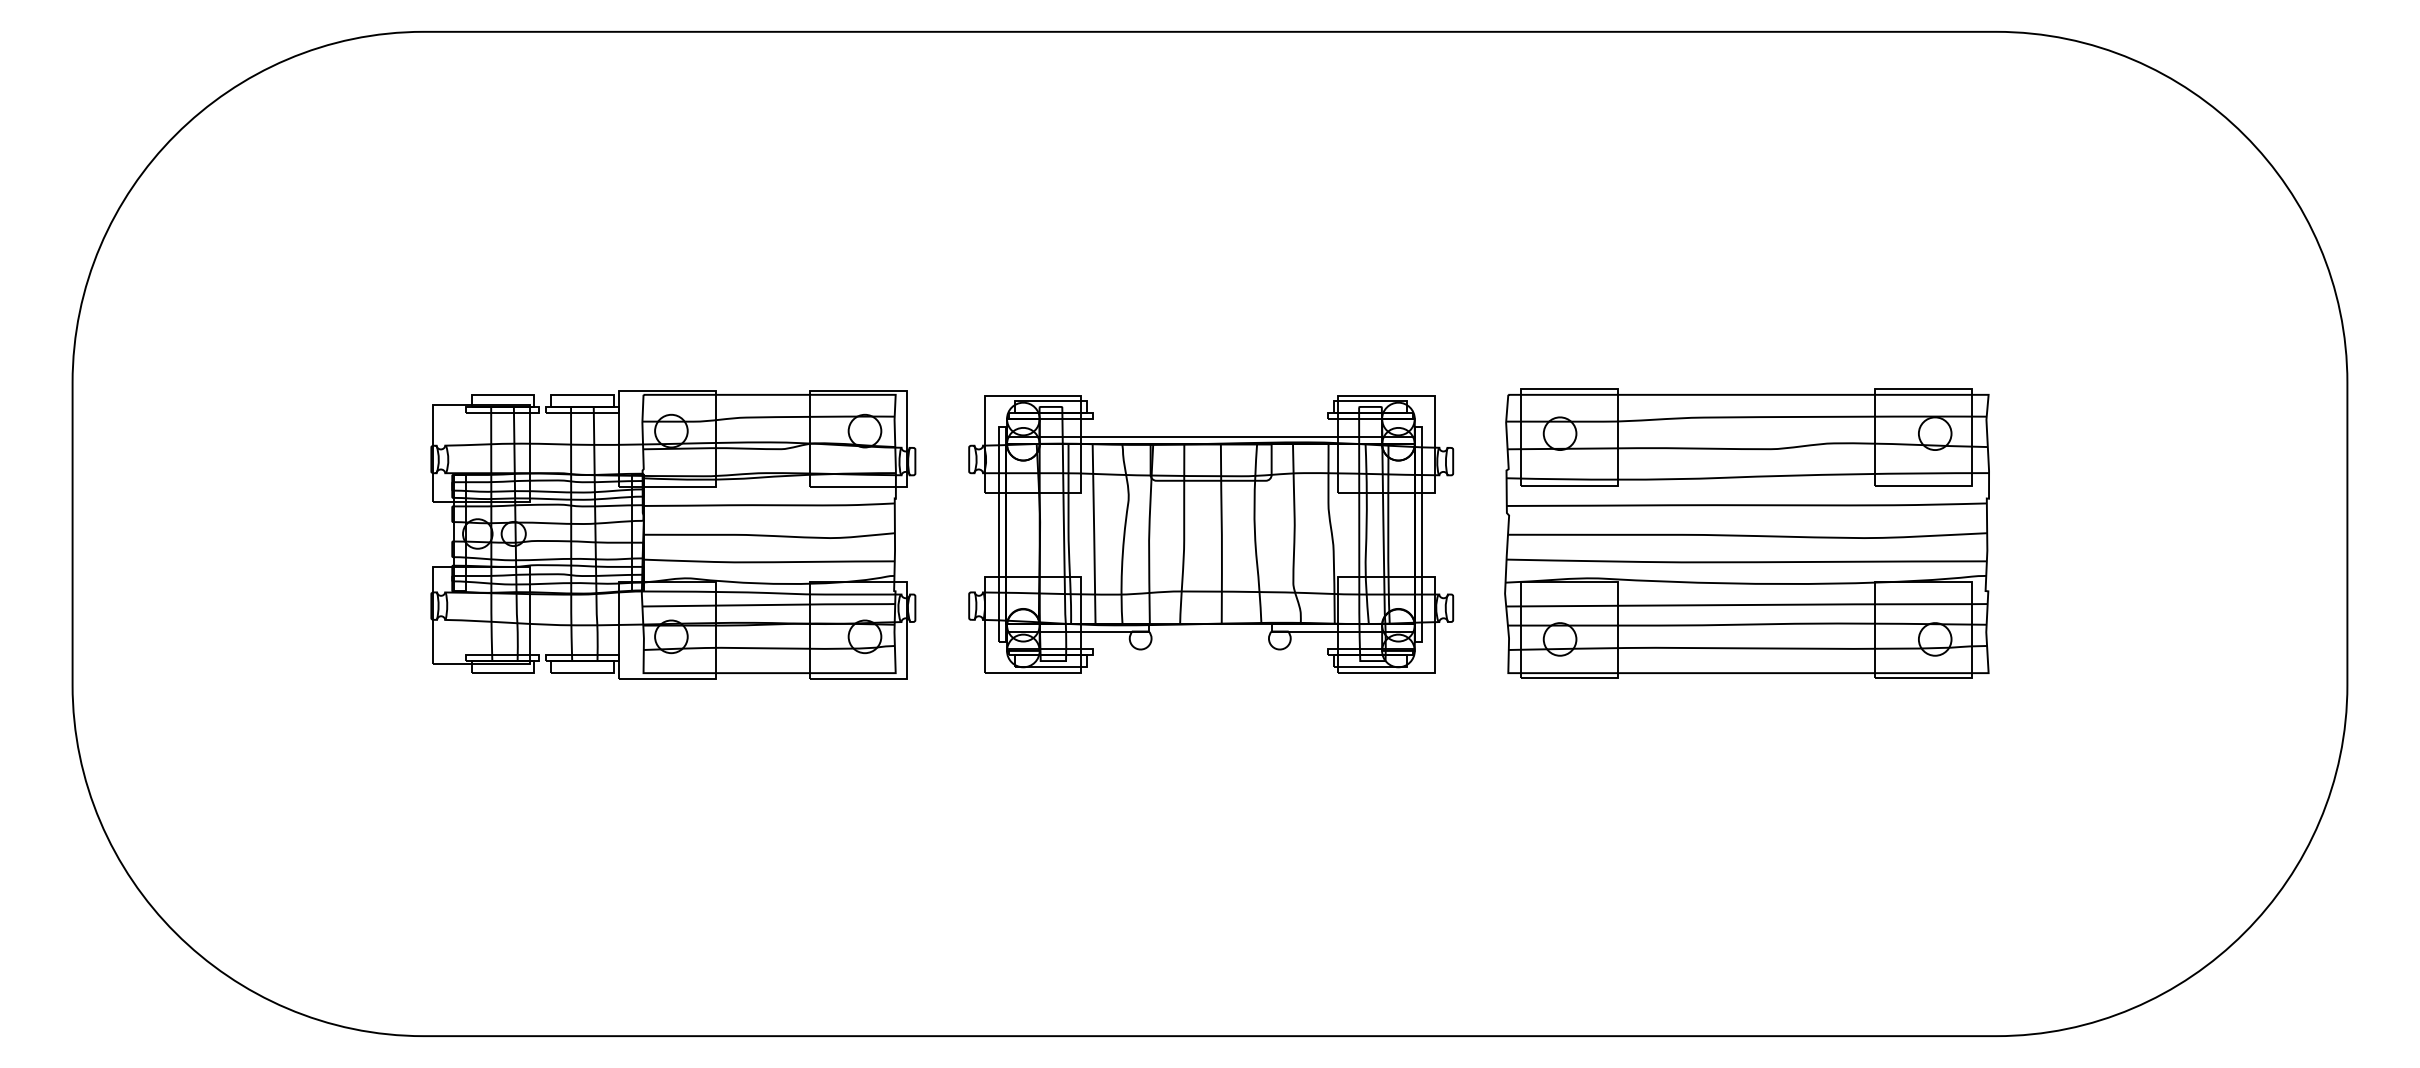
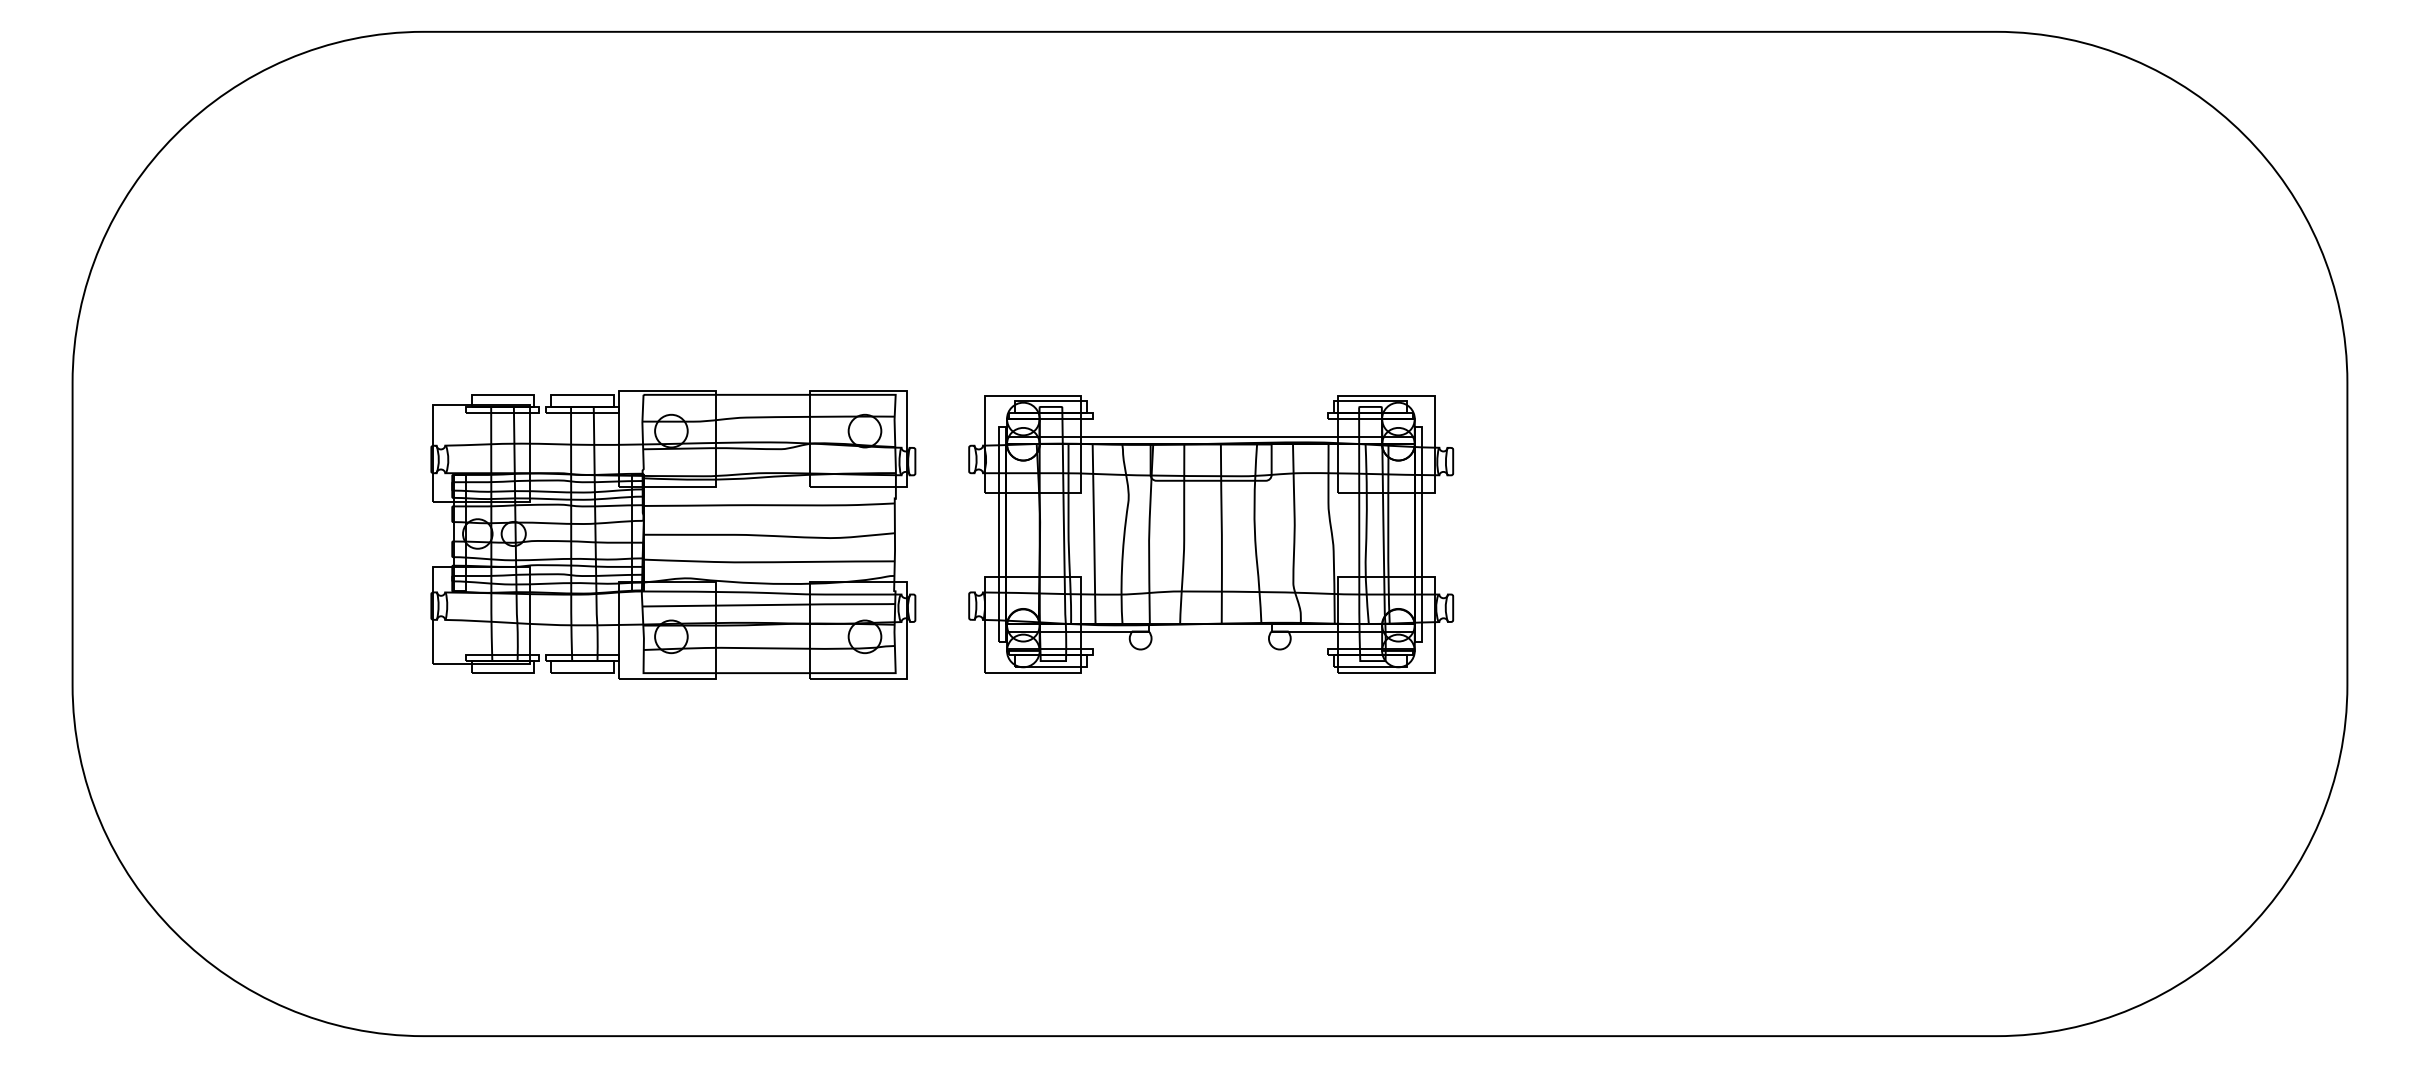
part at (1746, 533): present -> none
